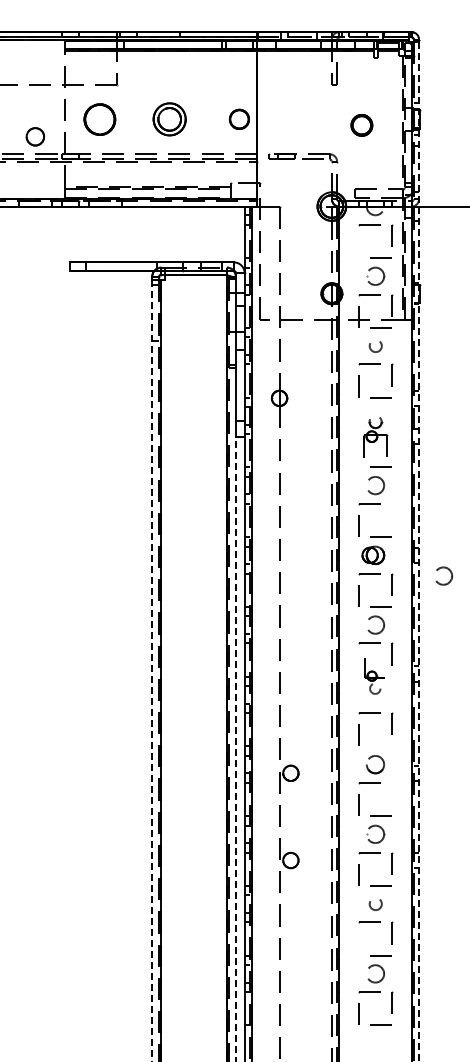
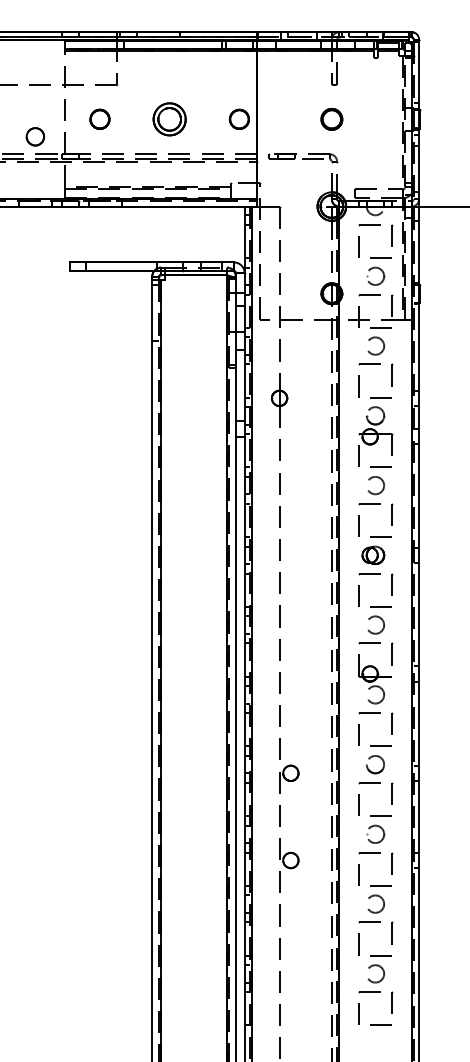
circle at (99, 119) size: 34x33 px -> 22x22 px
part at (361, 125) position: (361, 125) -> (331, 119)
line at (358, 246): none -> present
circle at (375, 346) size: 15x12 px -> 19x20 px
part at (375, 437) size: 26x41 px -> 36x61 px
line at (392, 514): none -> present
line at (419, 551): dashed -> solid
circle at (444, 575): present -> none
line at (152, 670): dashed -> solid
part at (374, 676) size: 21x37 px -> 34x51 px
line at (380, 745): none -> present
line at (235, 749): dashed -> solid
line at (392, 793): none -> present
circle at (375, 905) size: 15x13 px -> 19x20 px
line at (358, 944): none -> present
